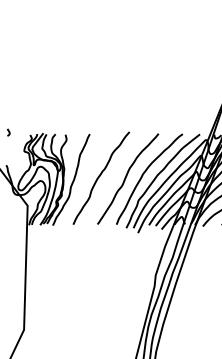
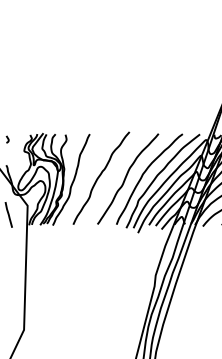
curve at (8, 132) position: (8, 132) -> (7, 139)
line at (8, 214): none -> present
